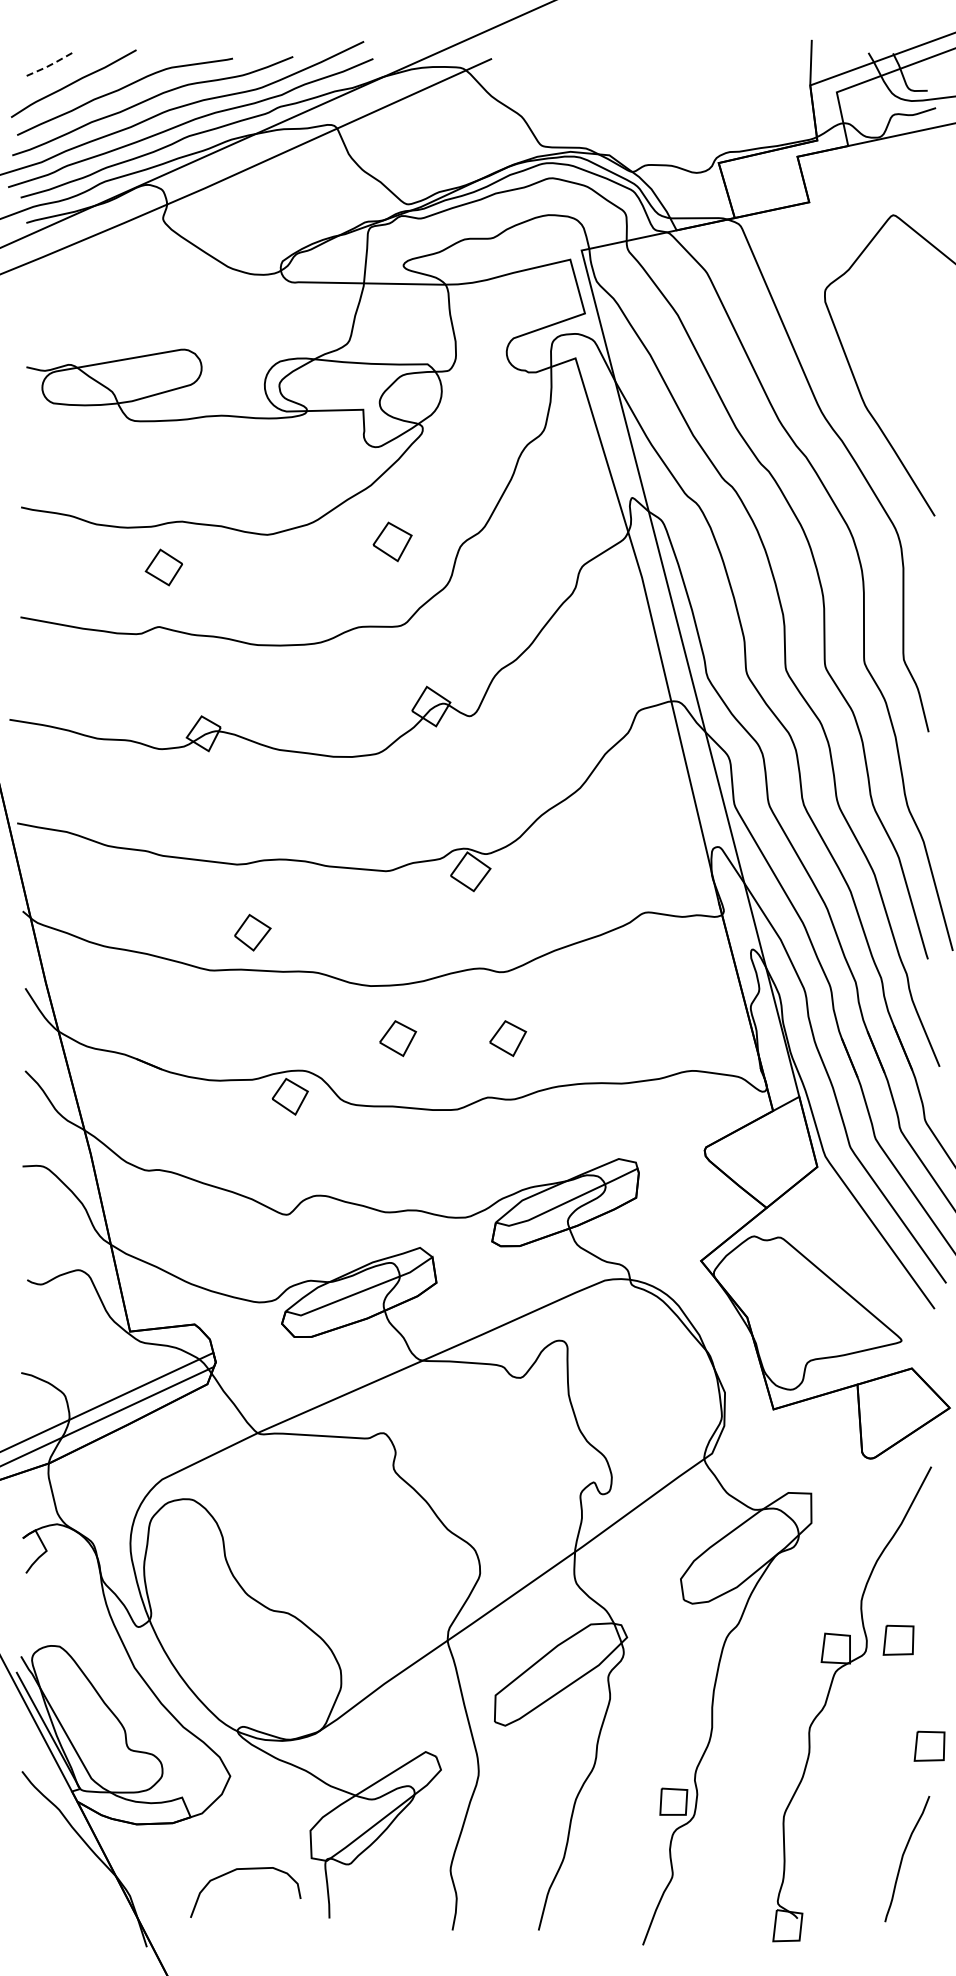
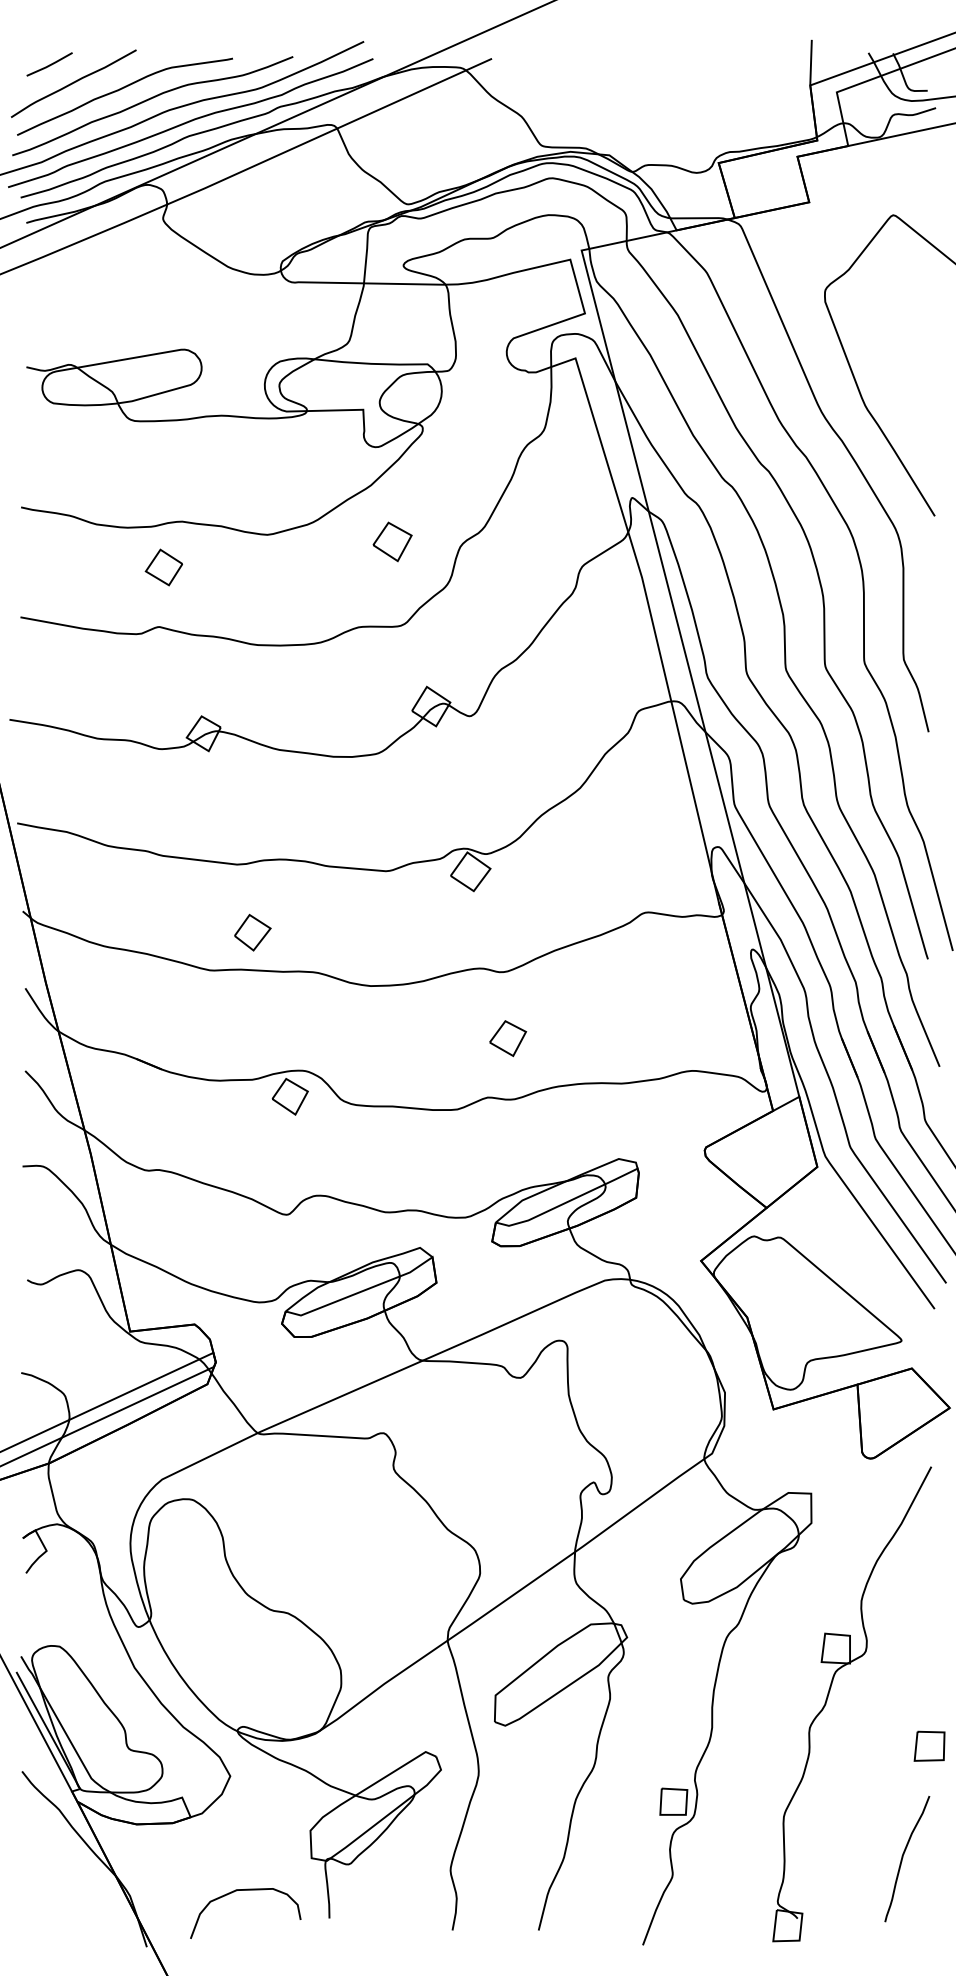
line at (50, 65): dashed -> solid
part at (398, 1038): present -> none
part at (898, 1639): present -> none
curve at (245, 1869) position: (245, 1869) -> (245, 1890)
